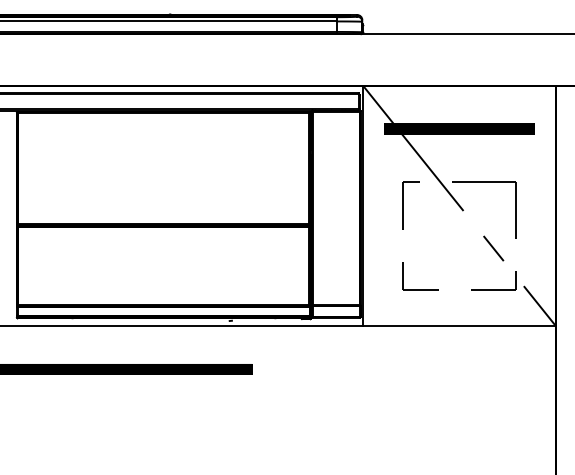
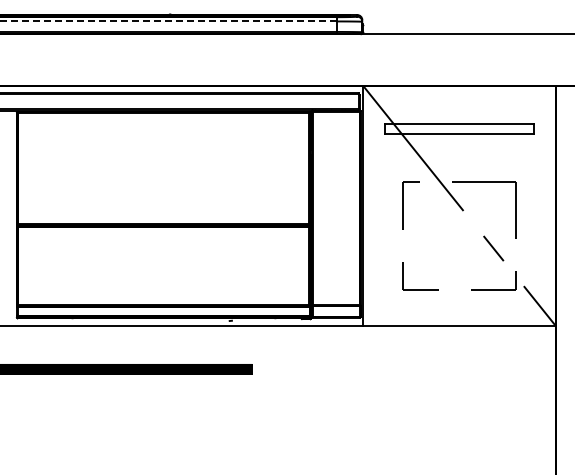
line at (168, 21): solid -> dashed
hatch at (458, 128): present -> none
